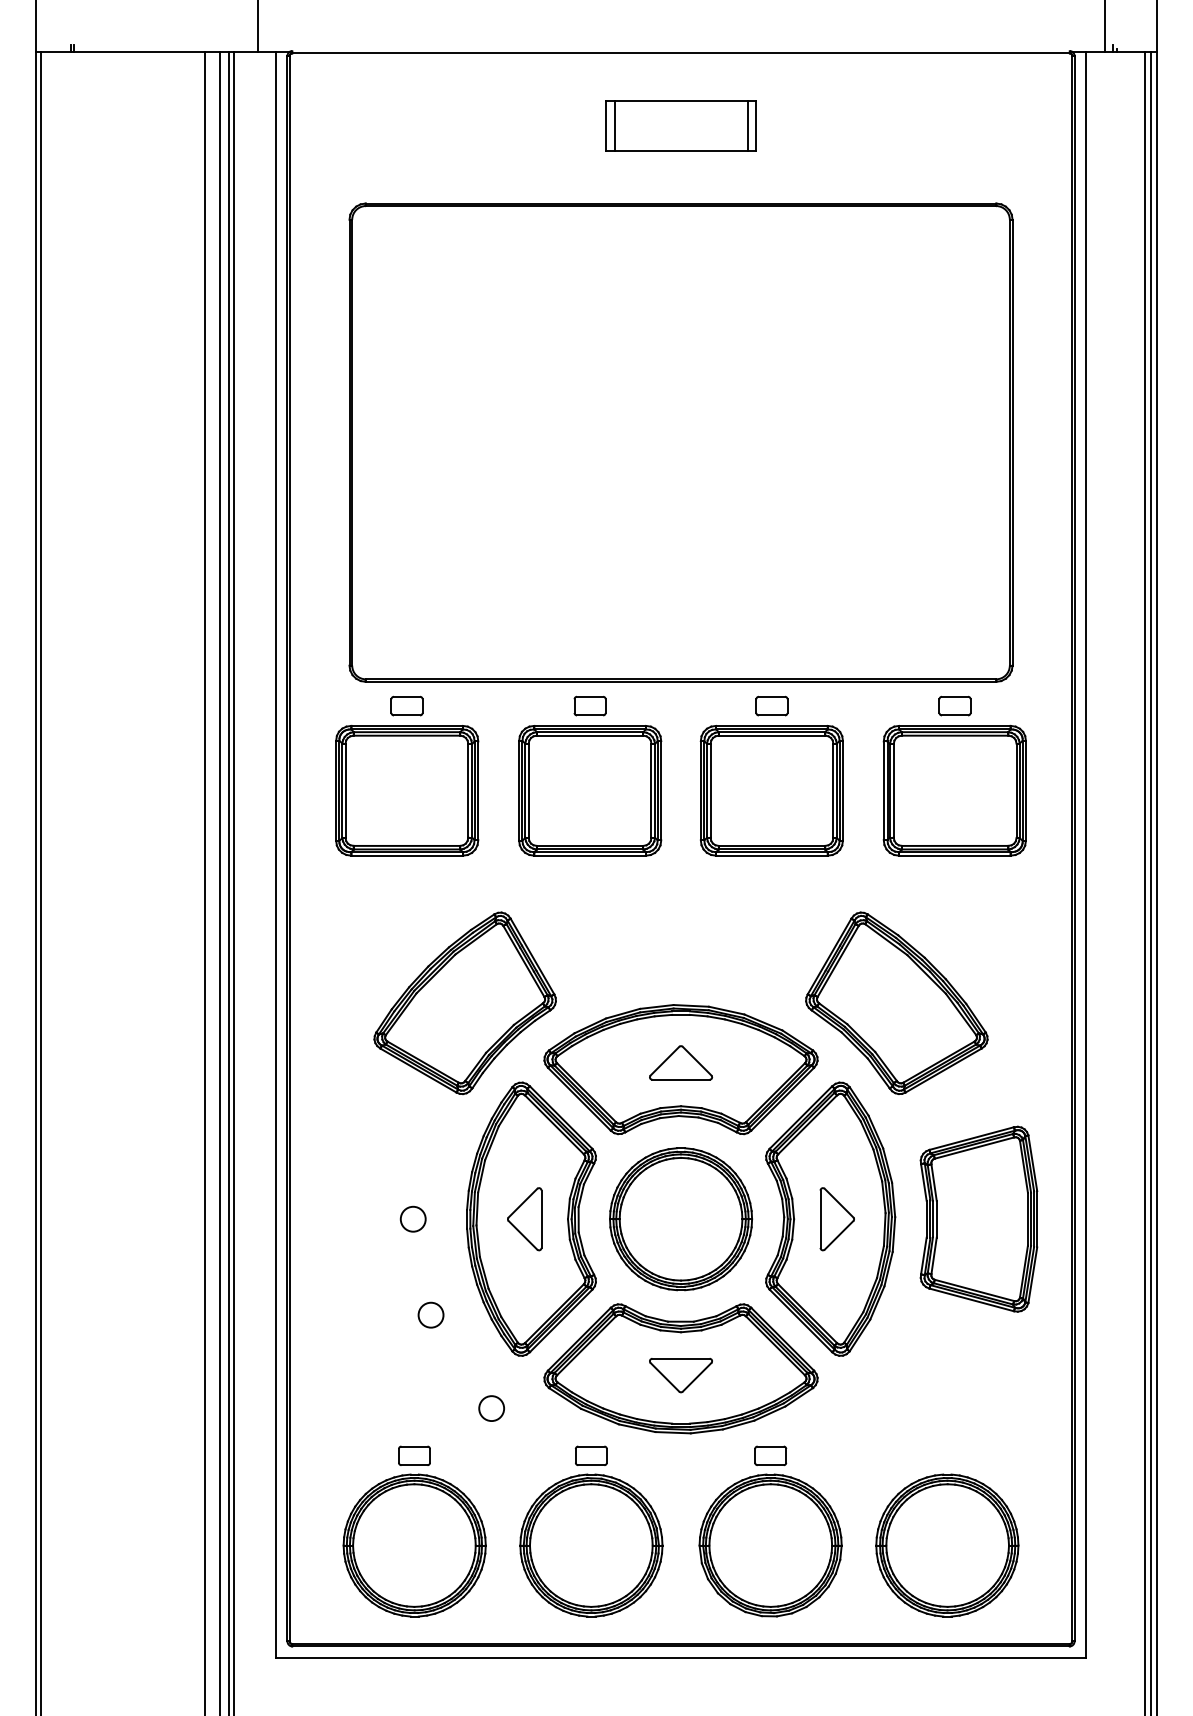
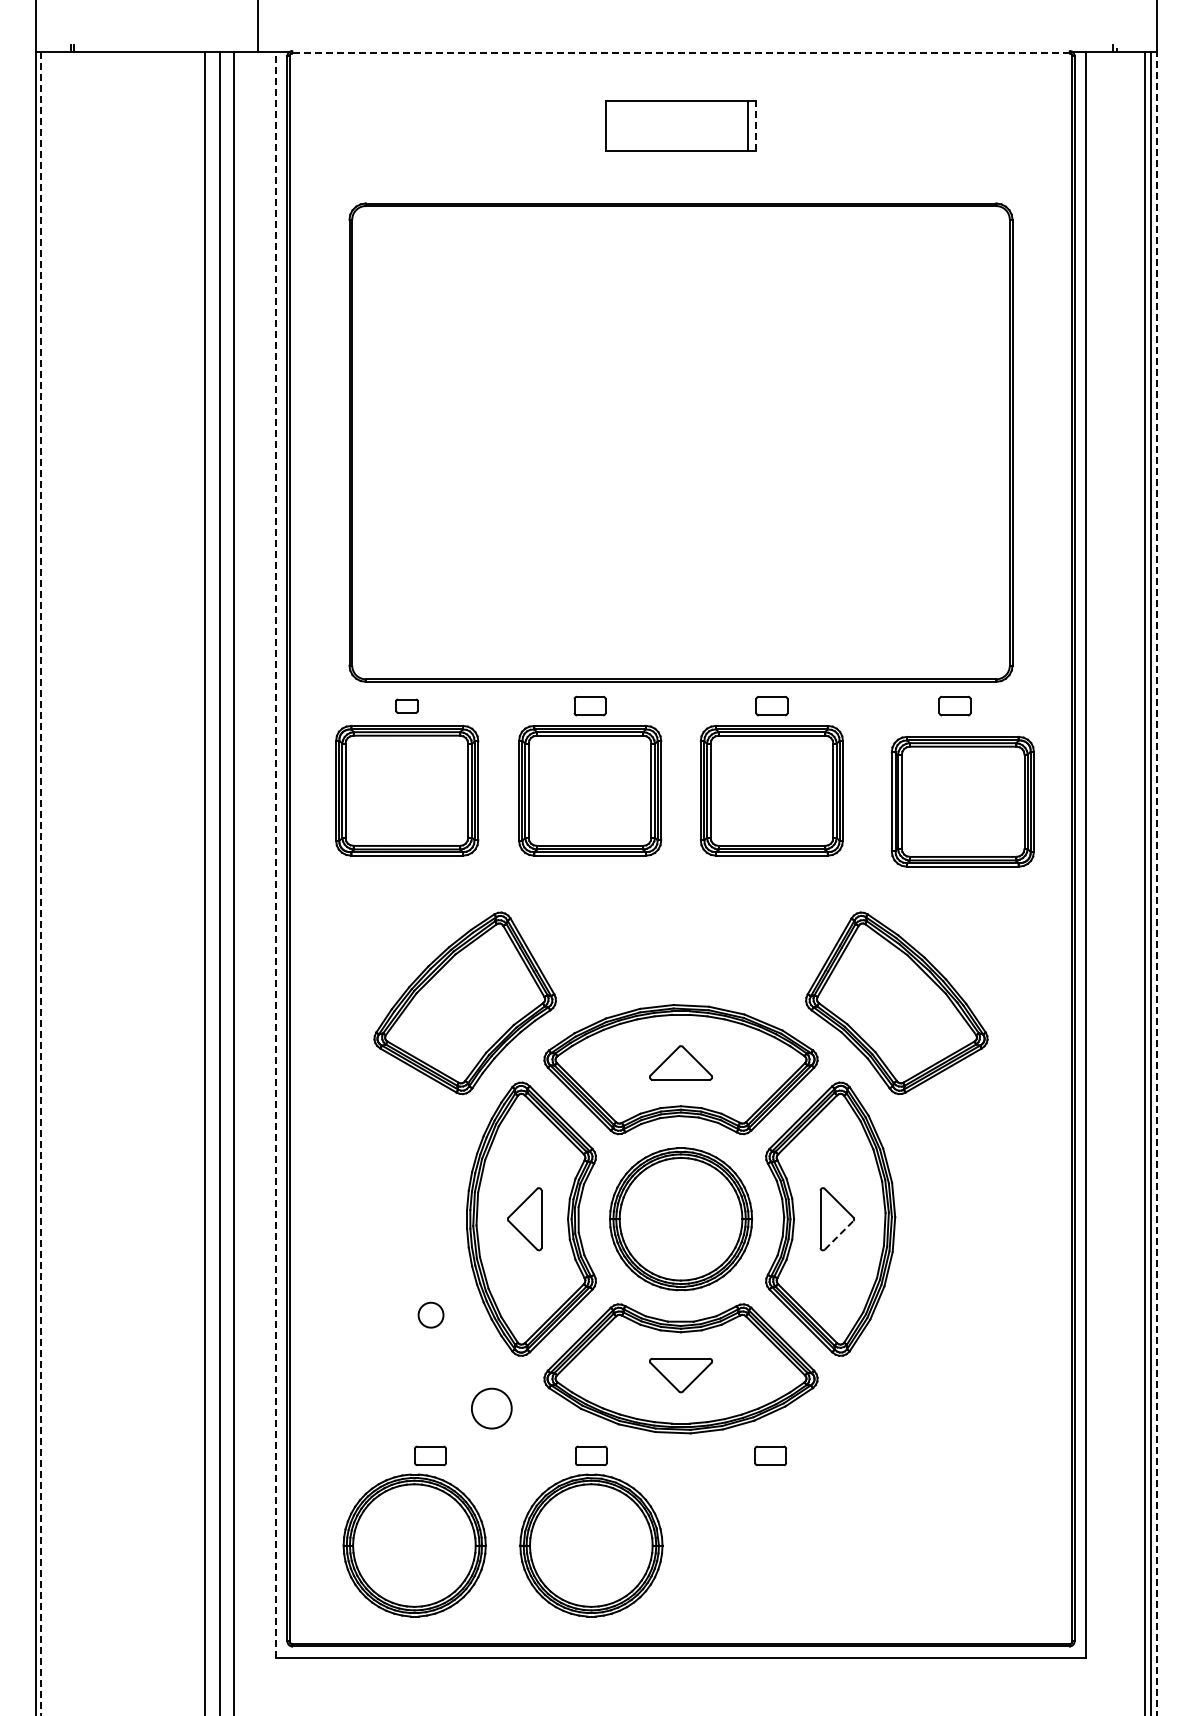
line at (1104, 26): present -> none
line at (681, 53): solid -> dashed
line at (614, 126): present -> none
line at (755, 126): solid -> dashed
part at (406, 705) size: 34x22 px -> 24x16 px
part at (954, 790) position: (954, 790) -> (962, 801)
line at (276, 854): solid -> dashed
line at (228, 881): present -> none
line at (41, 883): solid -> dashed
line at (1157, 883): solid -> dashed
circle at (412, 1218): present -> none
part at (978, 1218): present -> none
line at (839, 1235): solid -> dashed
circle at (491, 1408) size: 27x27 px -> 42x43 px
part at (414, 1455) position: (414, 1455) -> (430, 1455)
part at (770, 1545): present -> none
part at (947, 1545): present -> none
